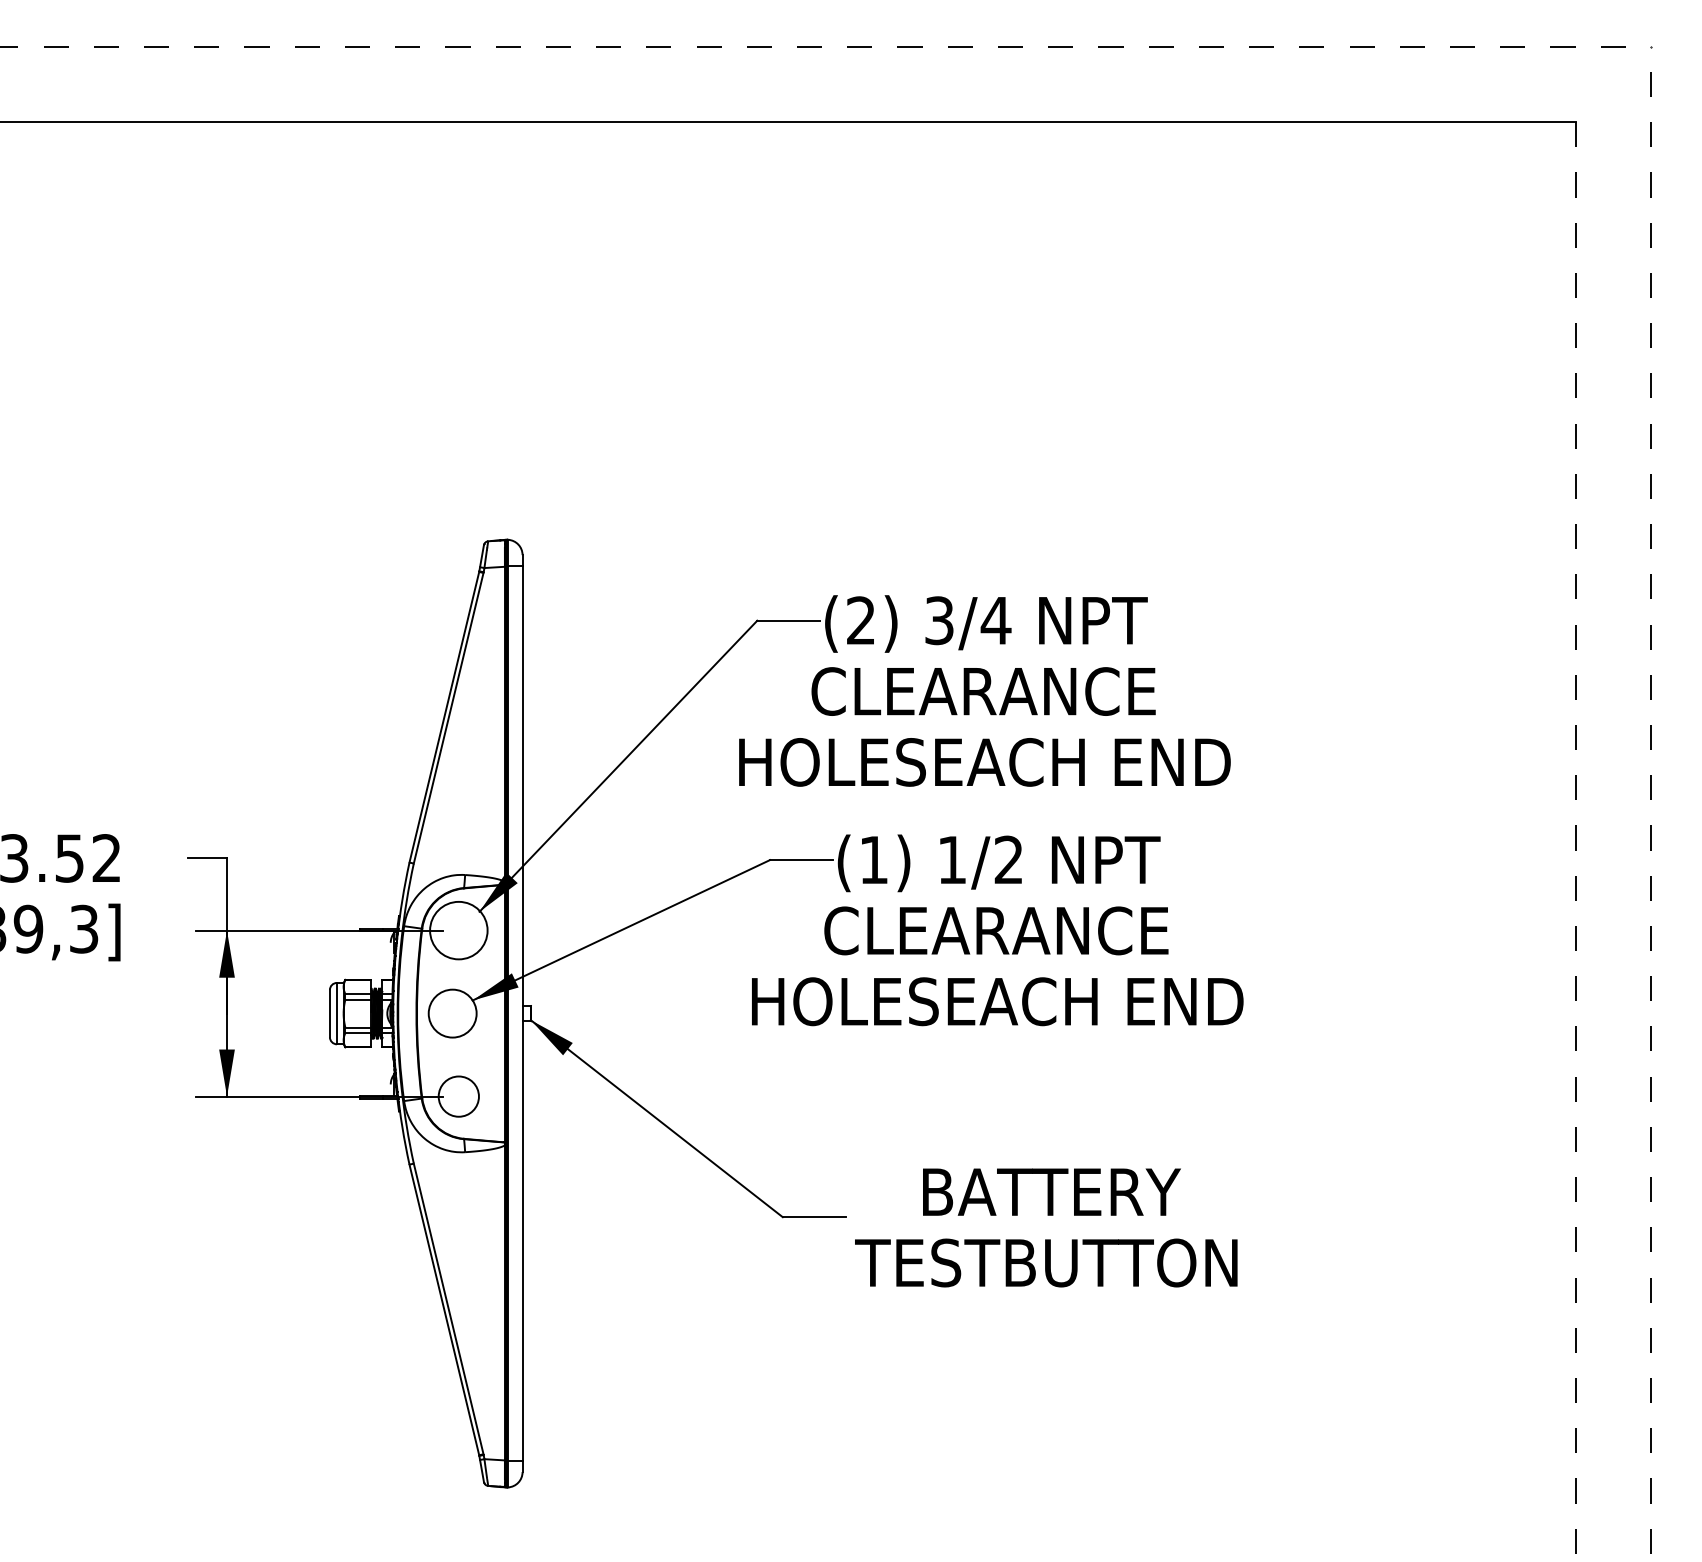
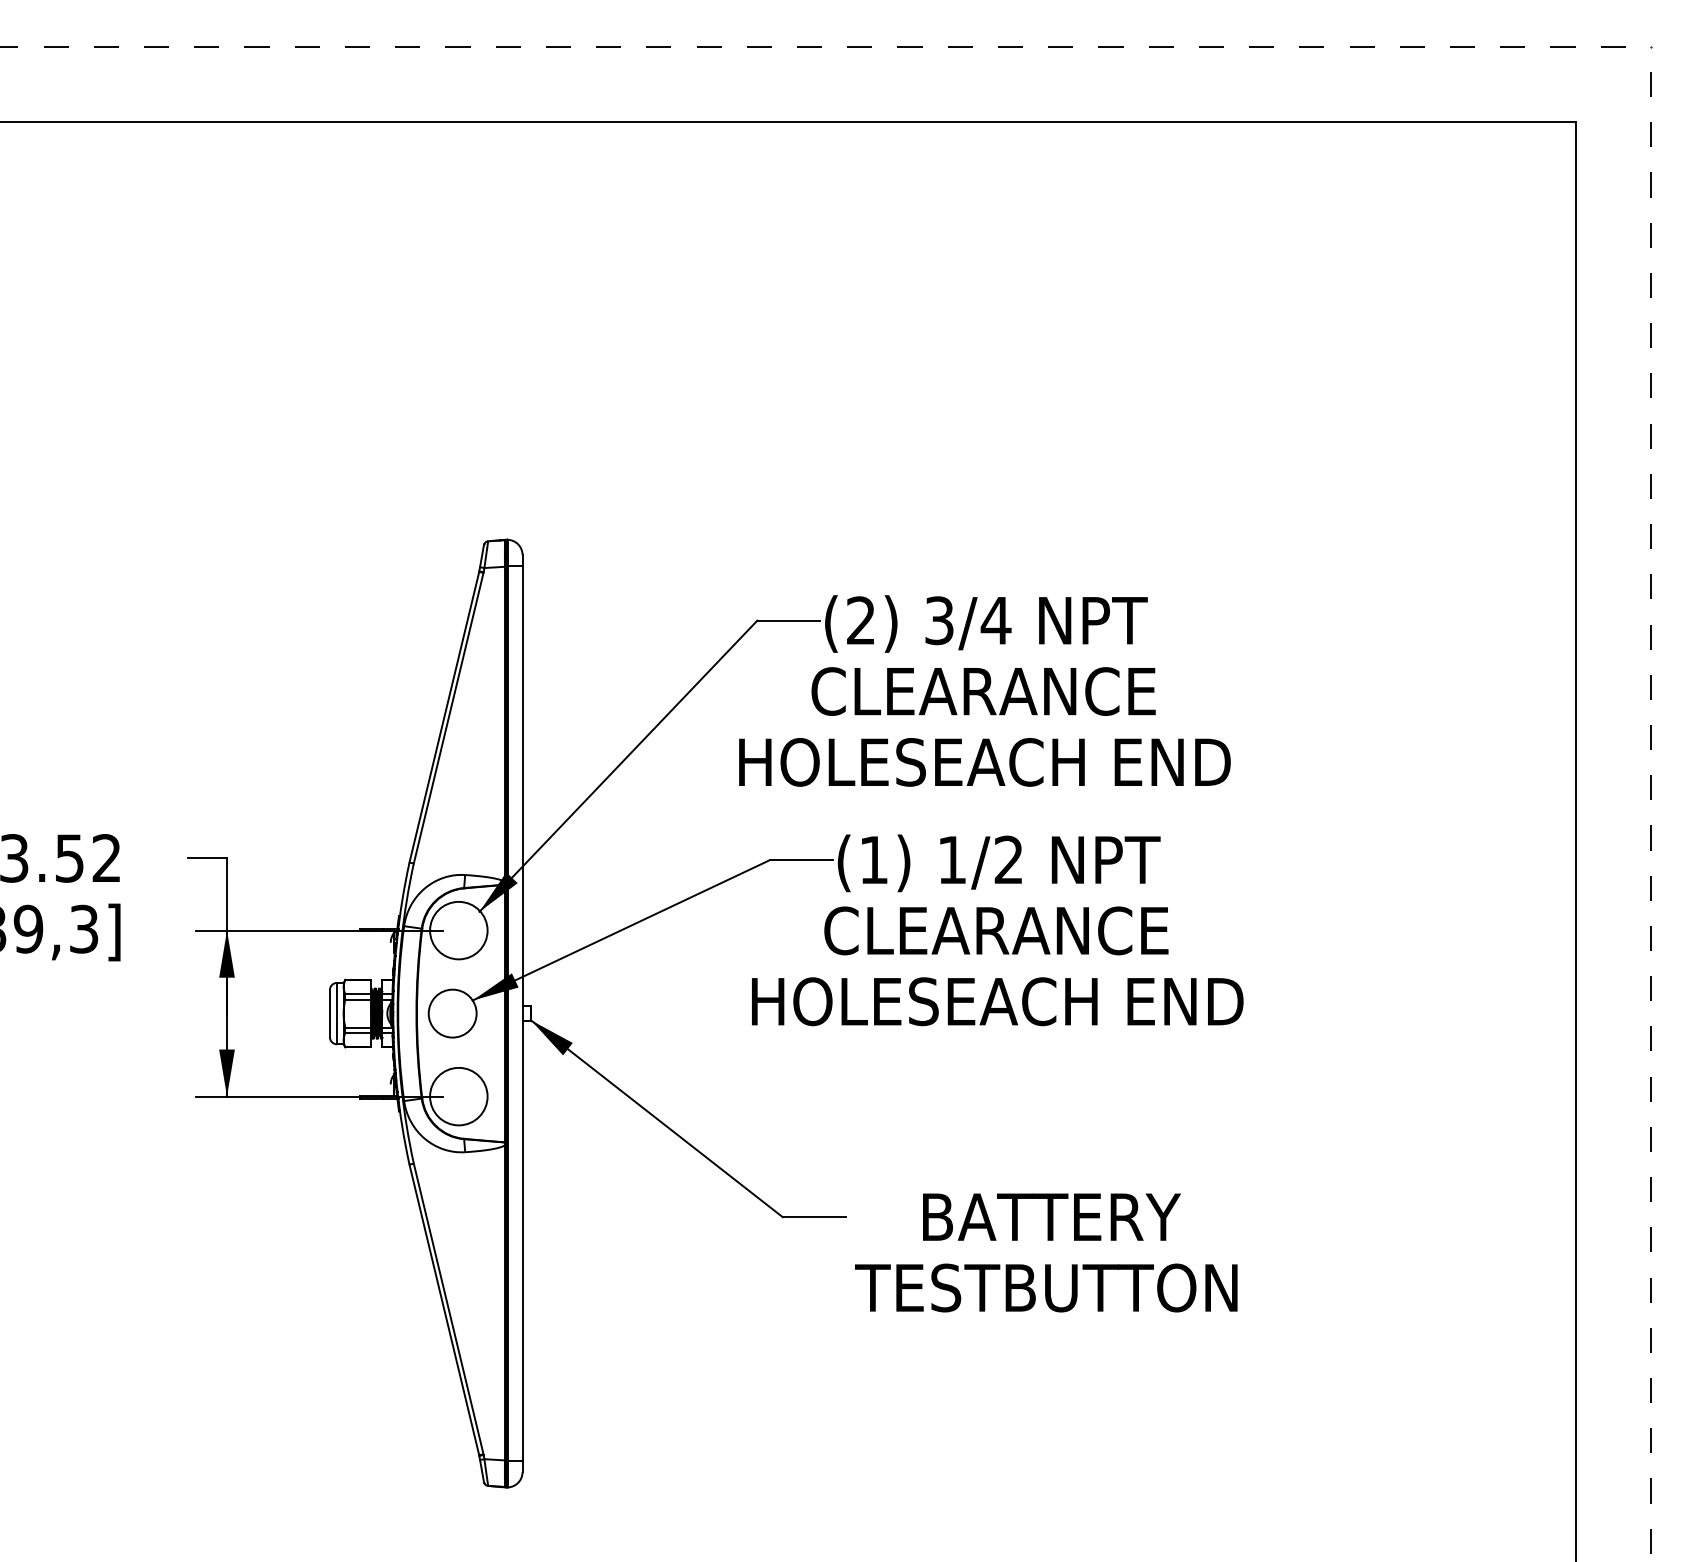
line at (1575, 842): dashed -> solid
circle at (458, 1096) diameter: 40 px -> 58 px
text at (1046, 1227) position: (1046, 1227) -> (1046, 1252)
